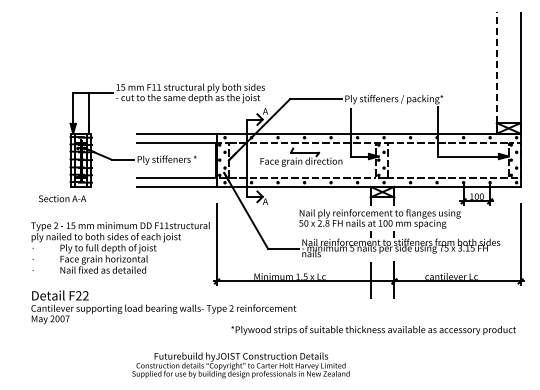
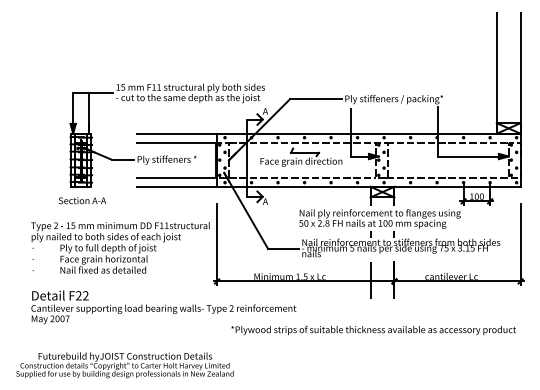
line at (496, 72): dashed -> solid
text at (62, 198) position: (62, 198) -> (82, 200)
text at (240, 365) position: (240, 365) -> (124, 365)
